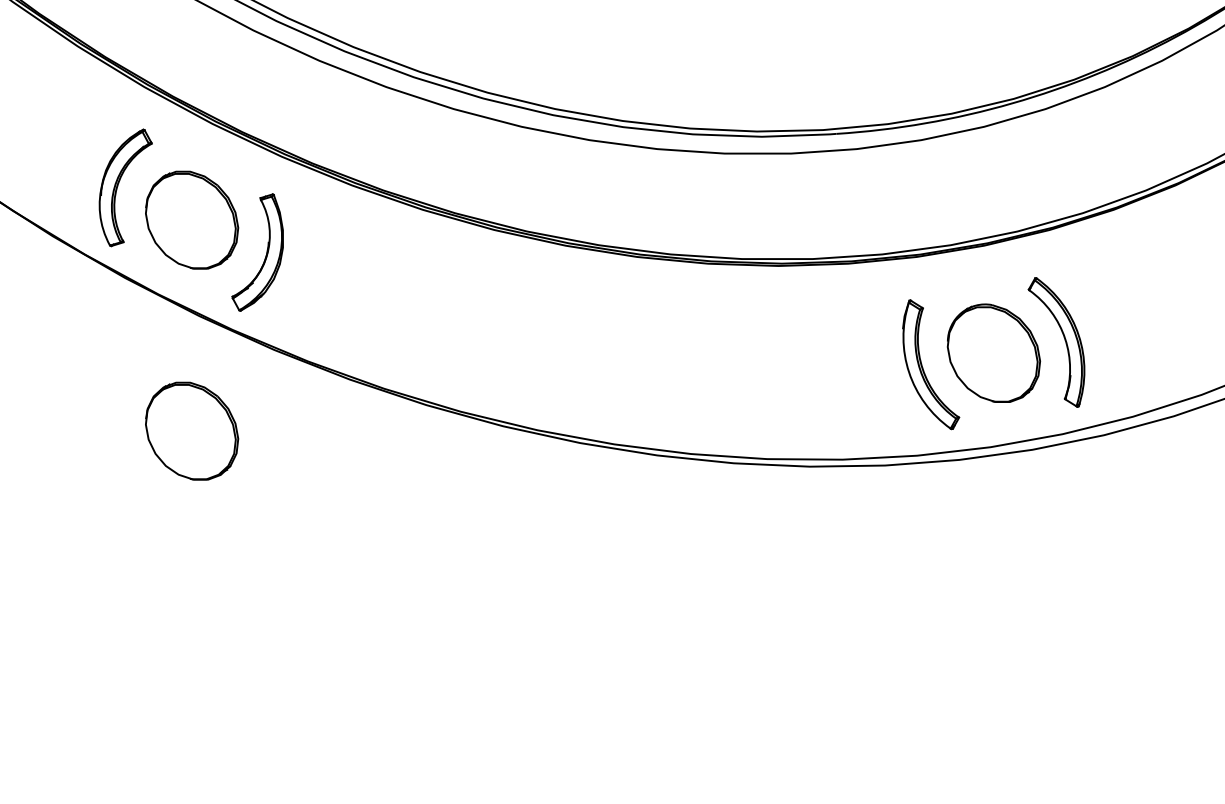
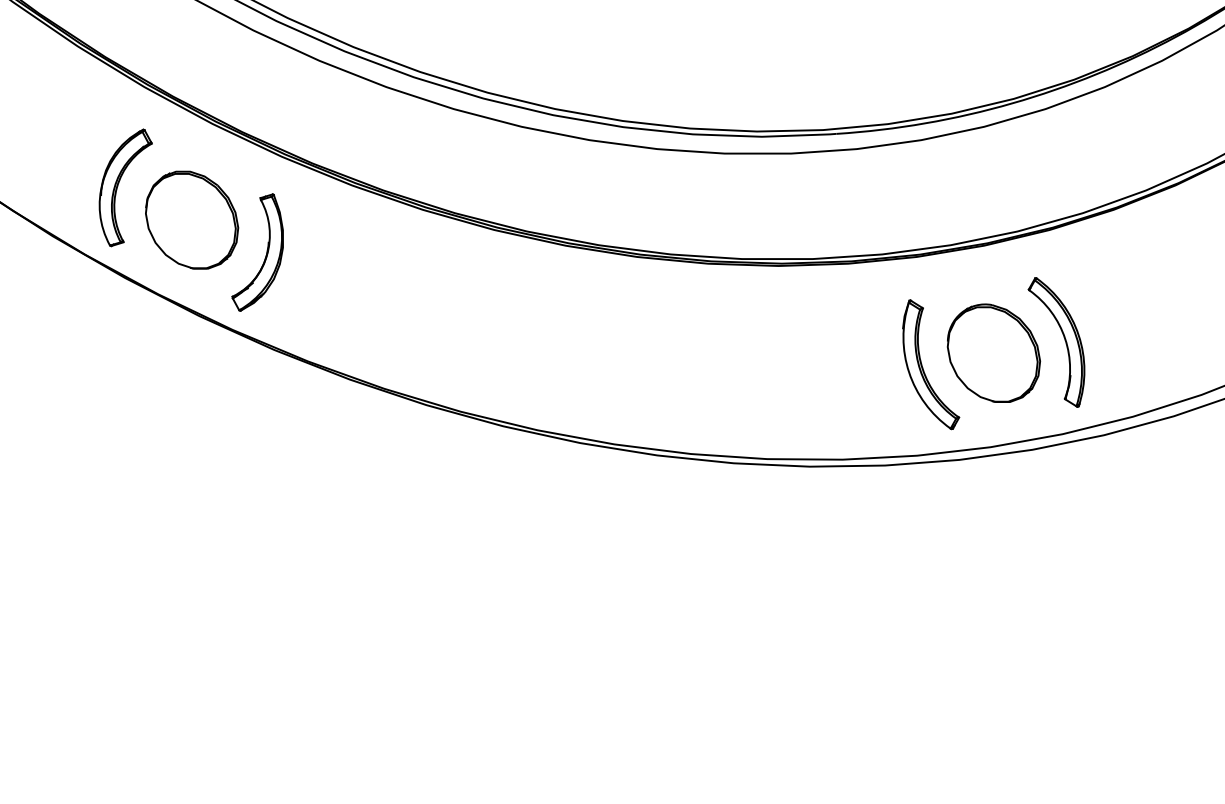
part at (192, 430): present -> none
